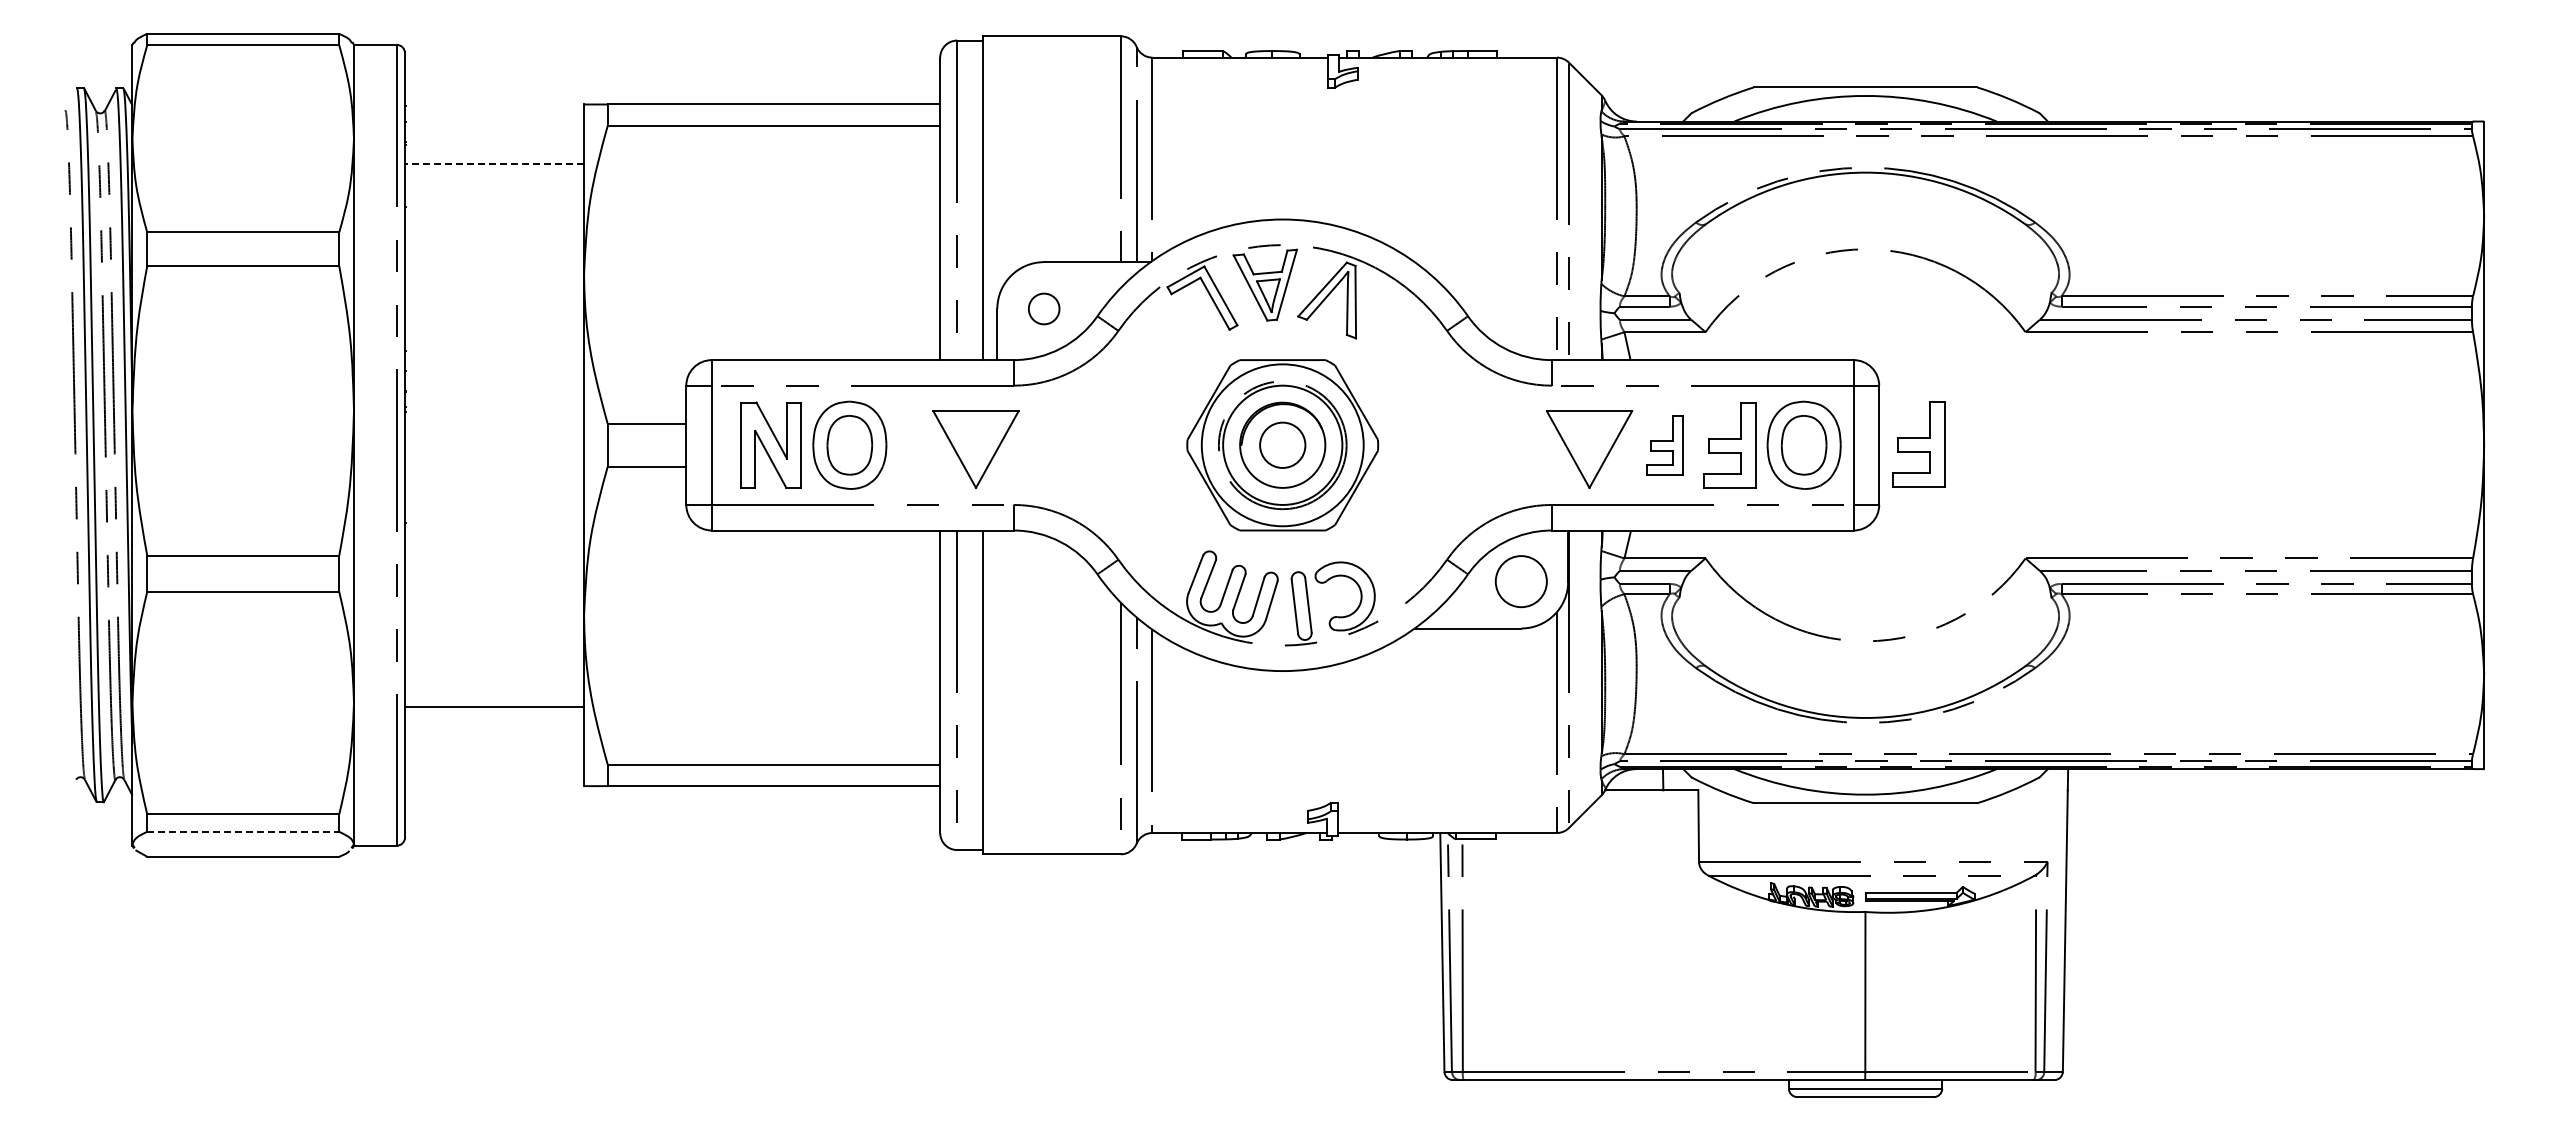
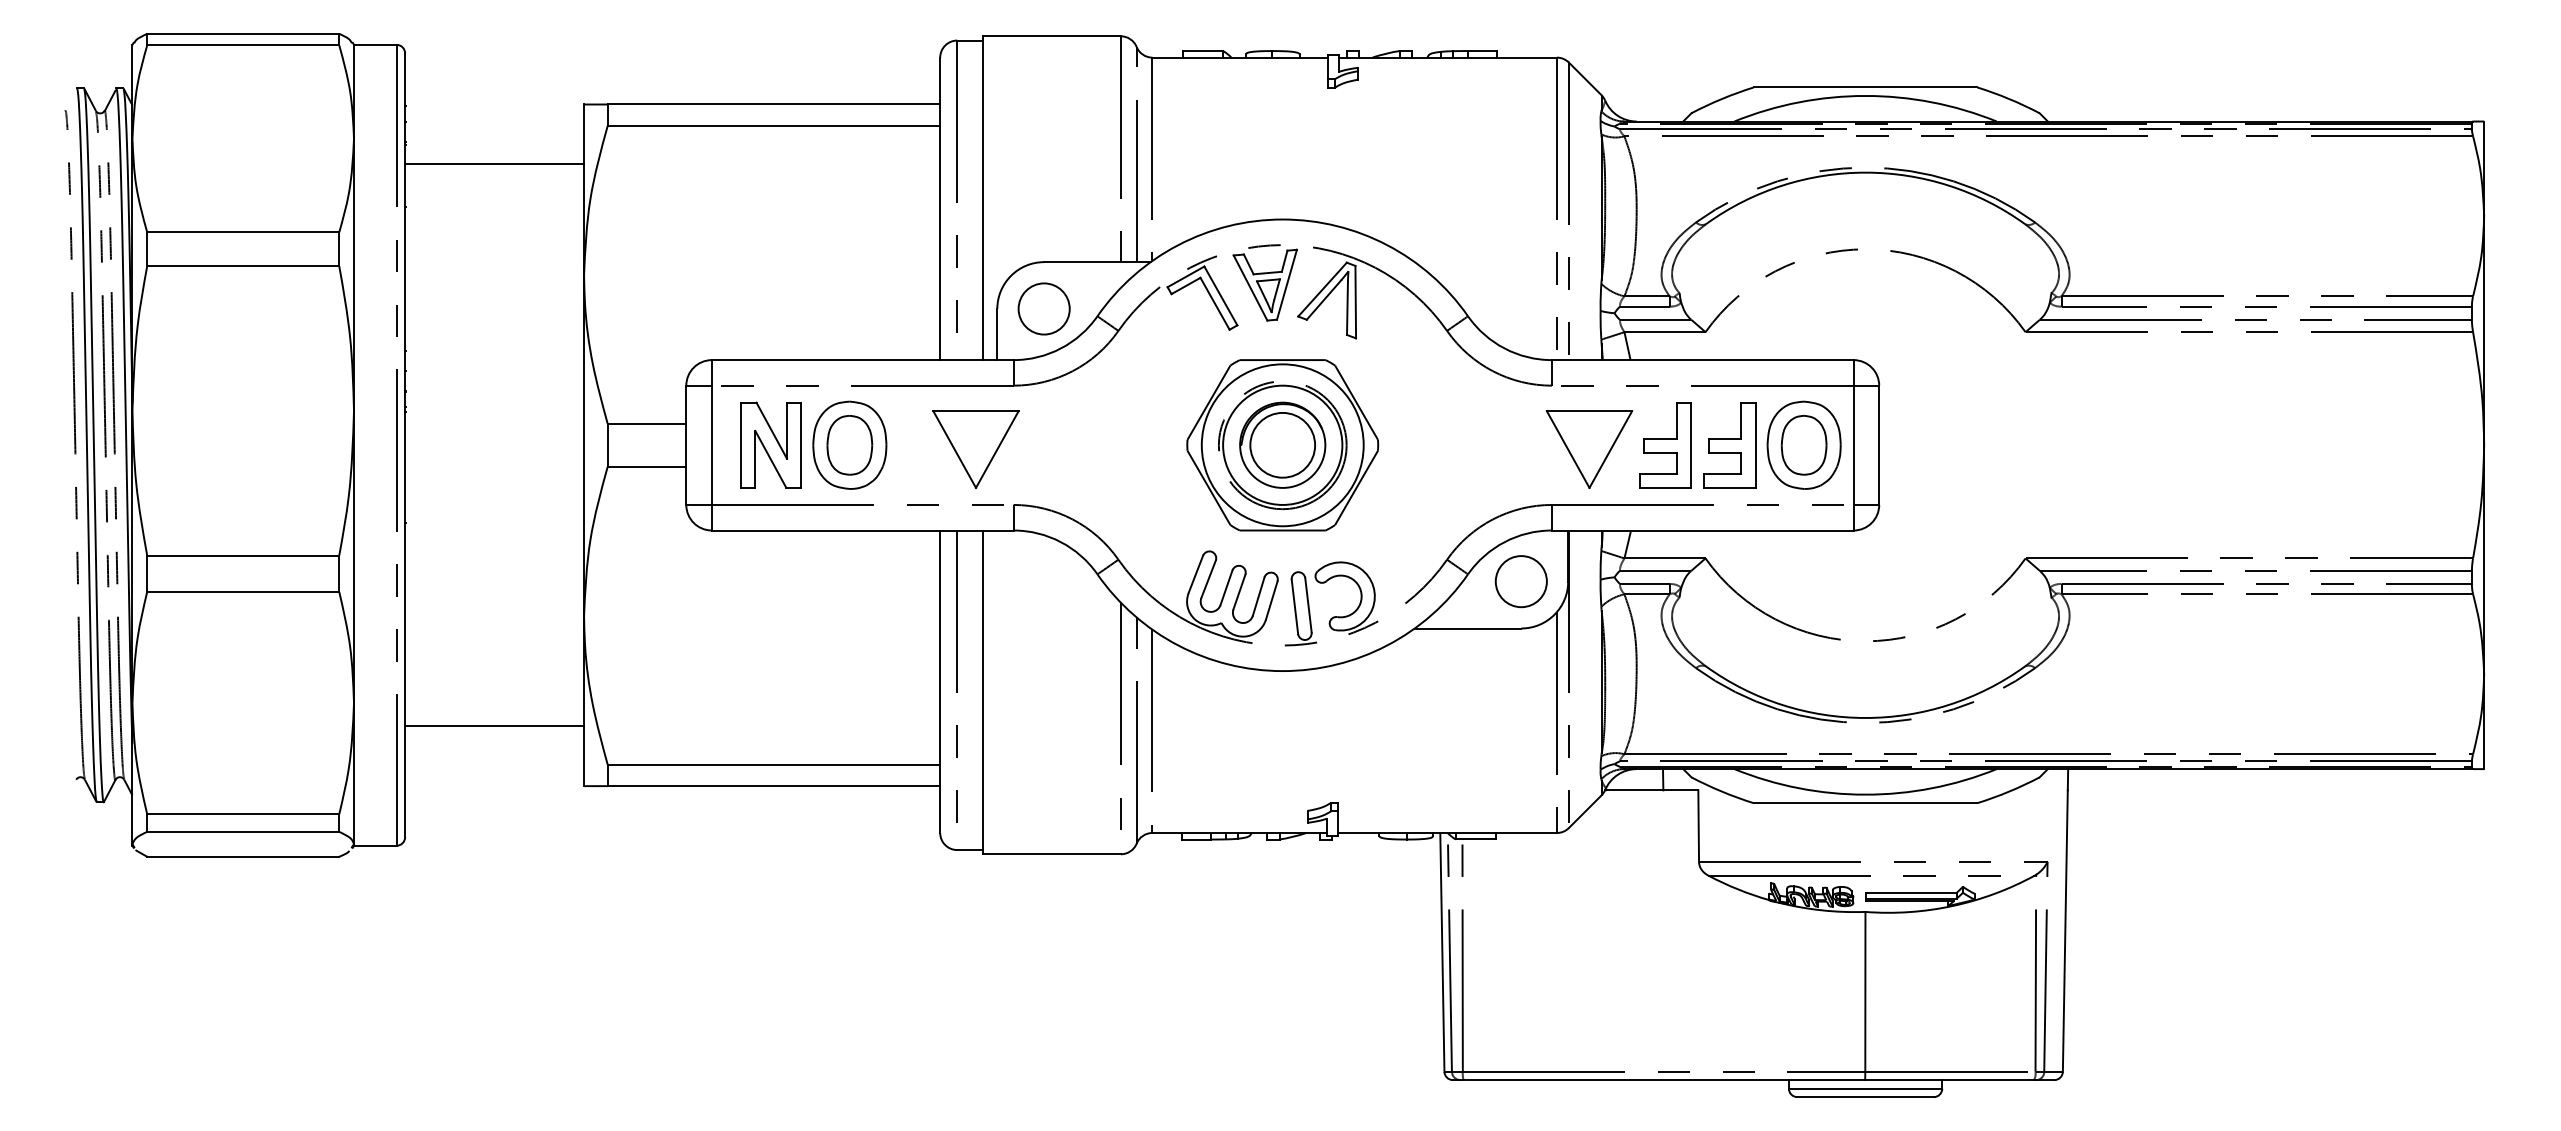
line at (494, 164): dashed -> solid
circle at (1043, 308) diameter: 31 px -> 51 px
circle at (1282, 444) diameter: 45 px -> 65 px
part at (1918, 444): present -> none
part at (1664, 445) size: 38x61 px -> 53x87 px
line at (494, 707) position: (494, 707) -> (494, 726)
line at (243, 831): dashed -> solid
